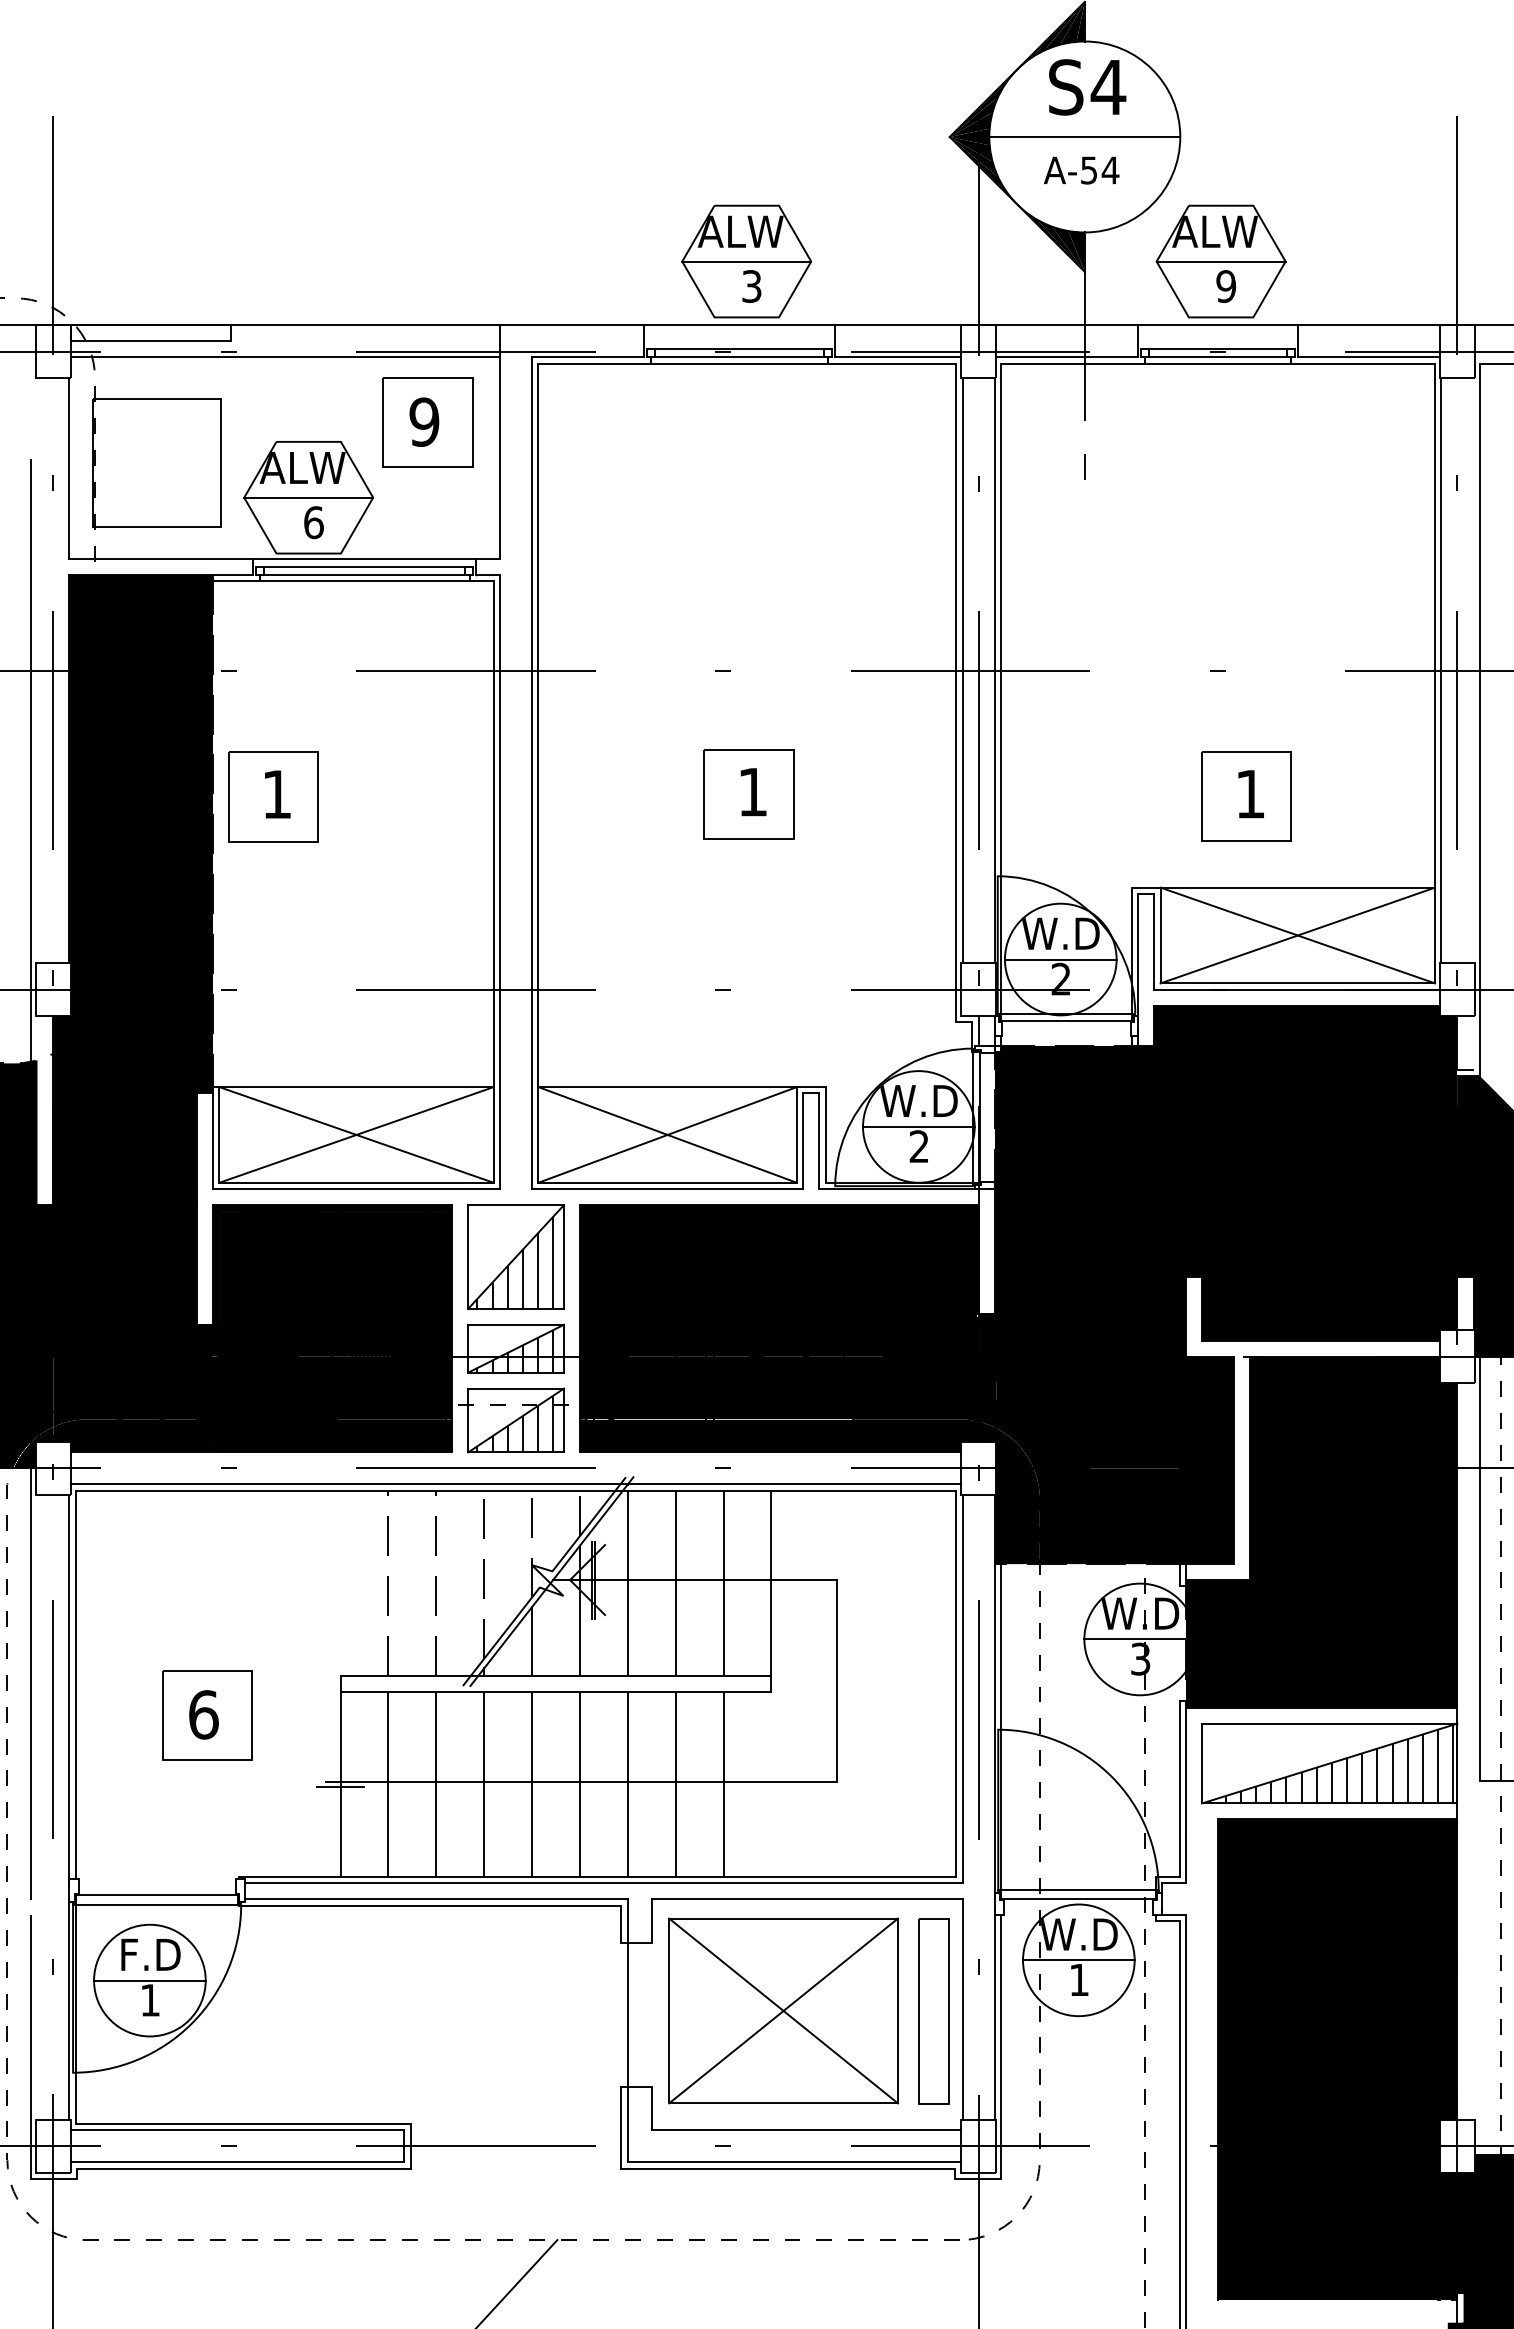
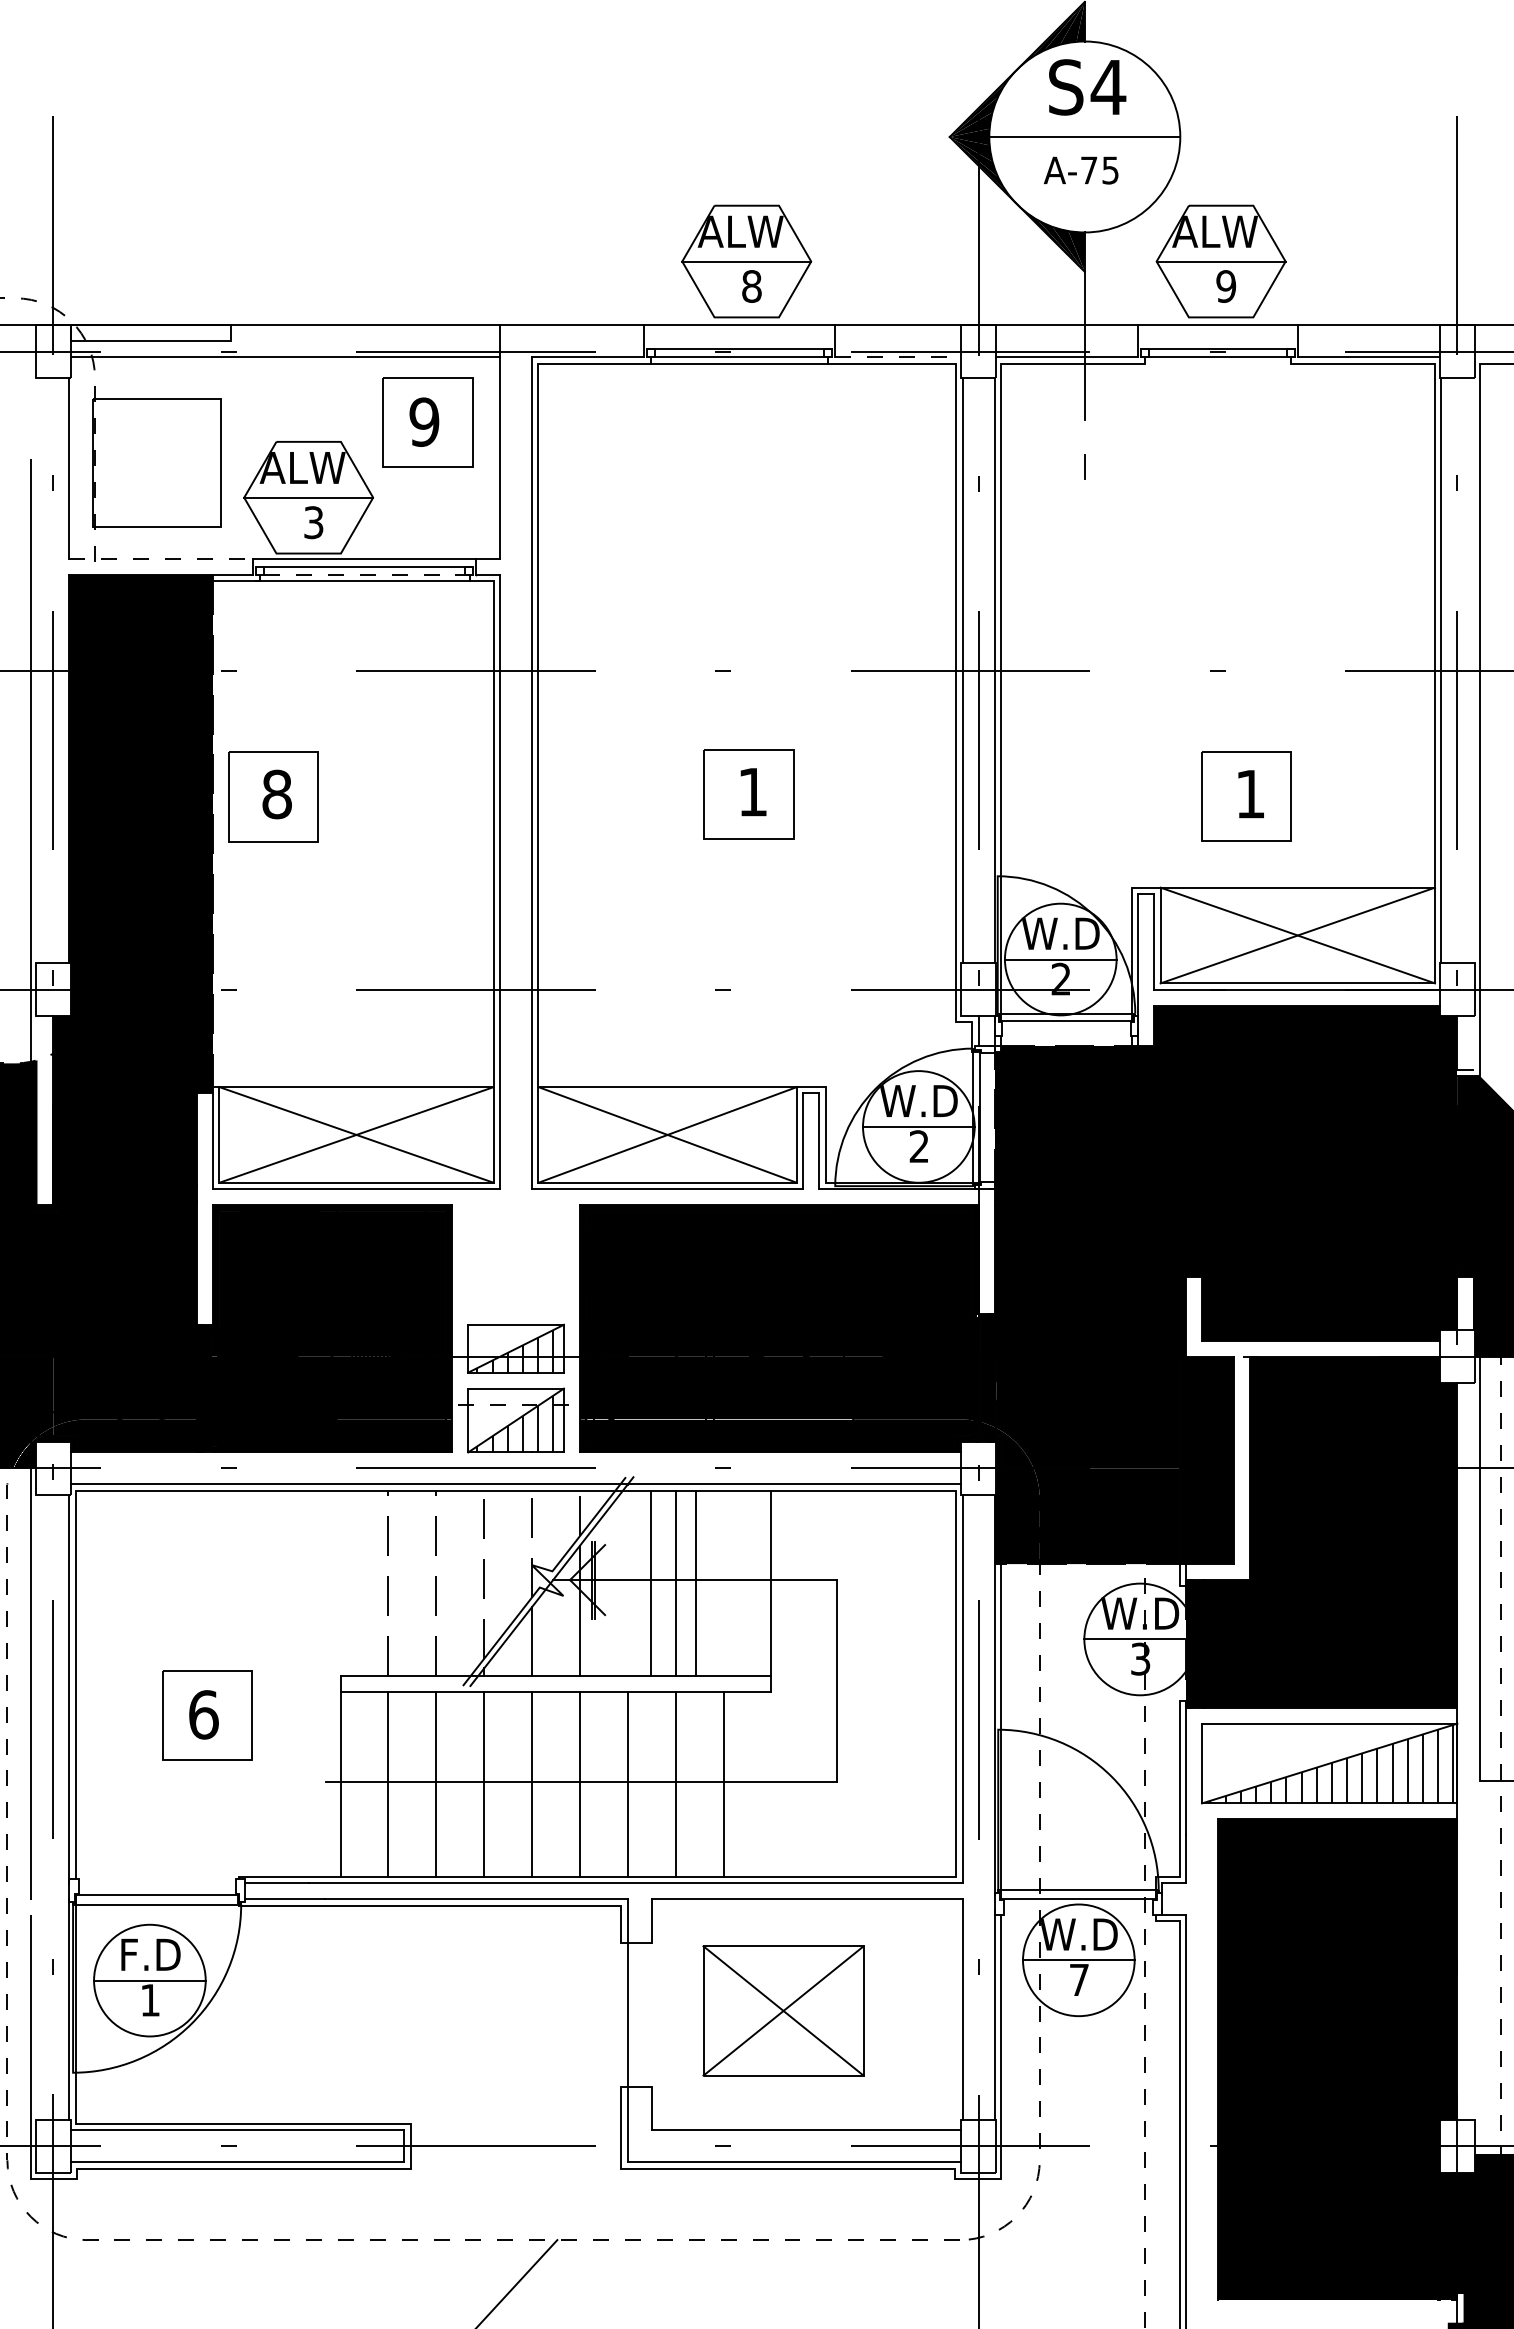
text at (1100, 170): A-54 -> A-75
text at (751, 286): 3 -> 8
line at (898, 357): solid -> dashed
line at (1217, 363): present -> none
text at (313, 522): 6 -> 3
line at (161, 559): solid -> dashed
line at (369, 574): solid -> dashed
text at (276, 794): 1 -> 8
part at (515, 1256): present -> none
line at (627, 1582) position: (627, 1582) -> (650, 1582)
line at (723, 1582) position: (723, 1582) -> (695, 1582)
line at (340, 1787): present -> none
text at (1079, 1979): 1 -> 7
part at (783, 2010) size: 231x188 px -> 163x132 px
part at (933, 2011): present -> none
